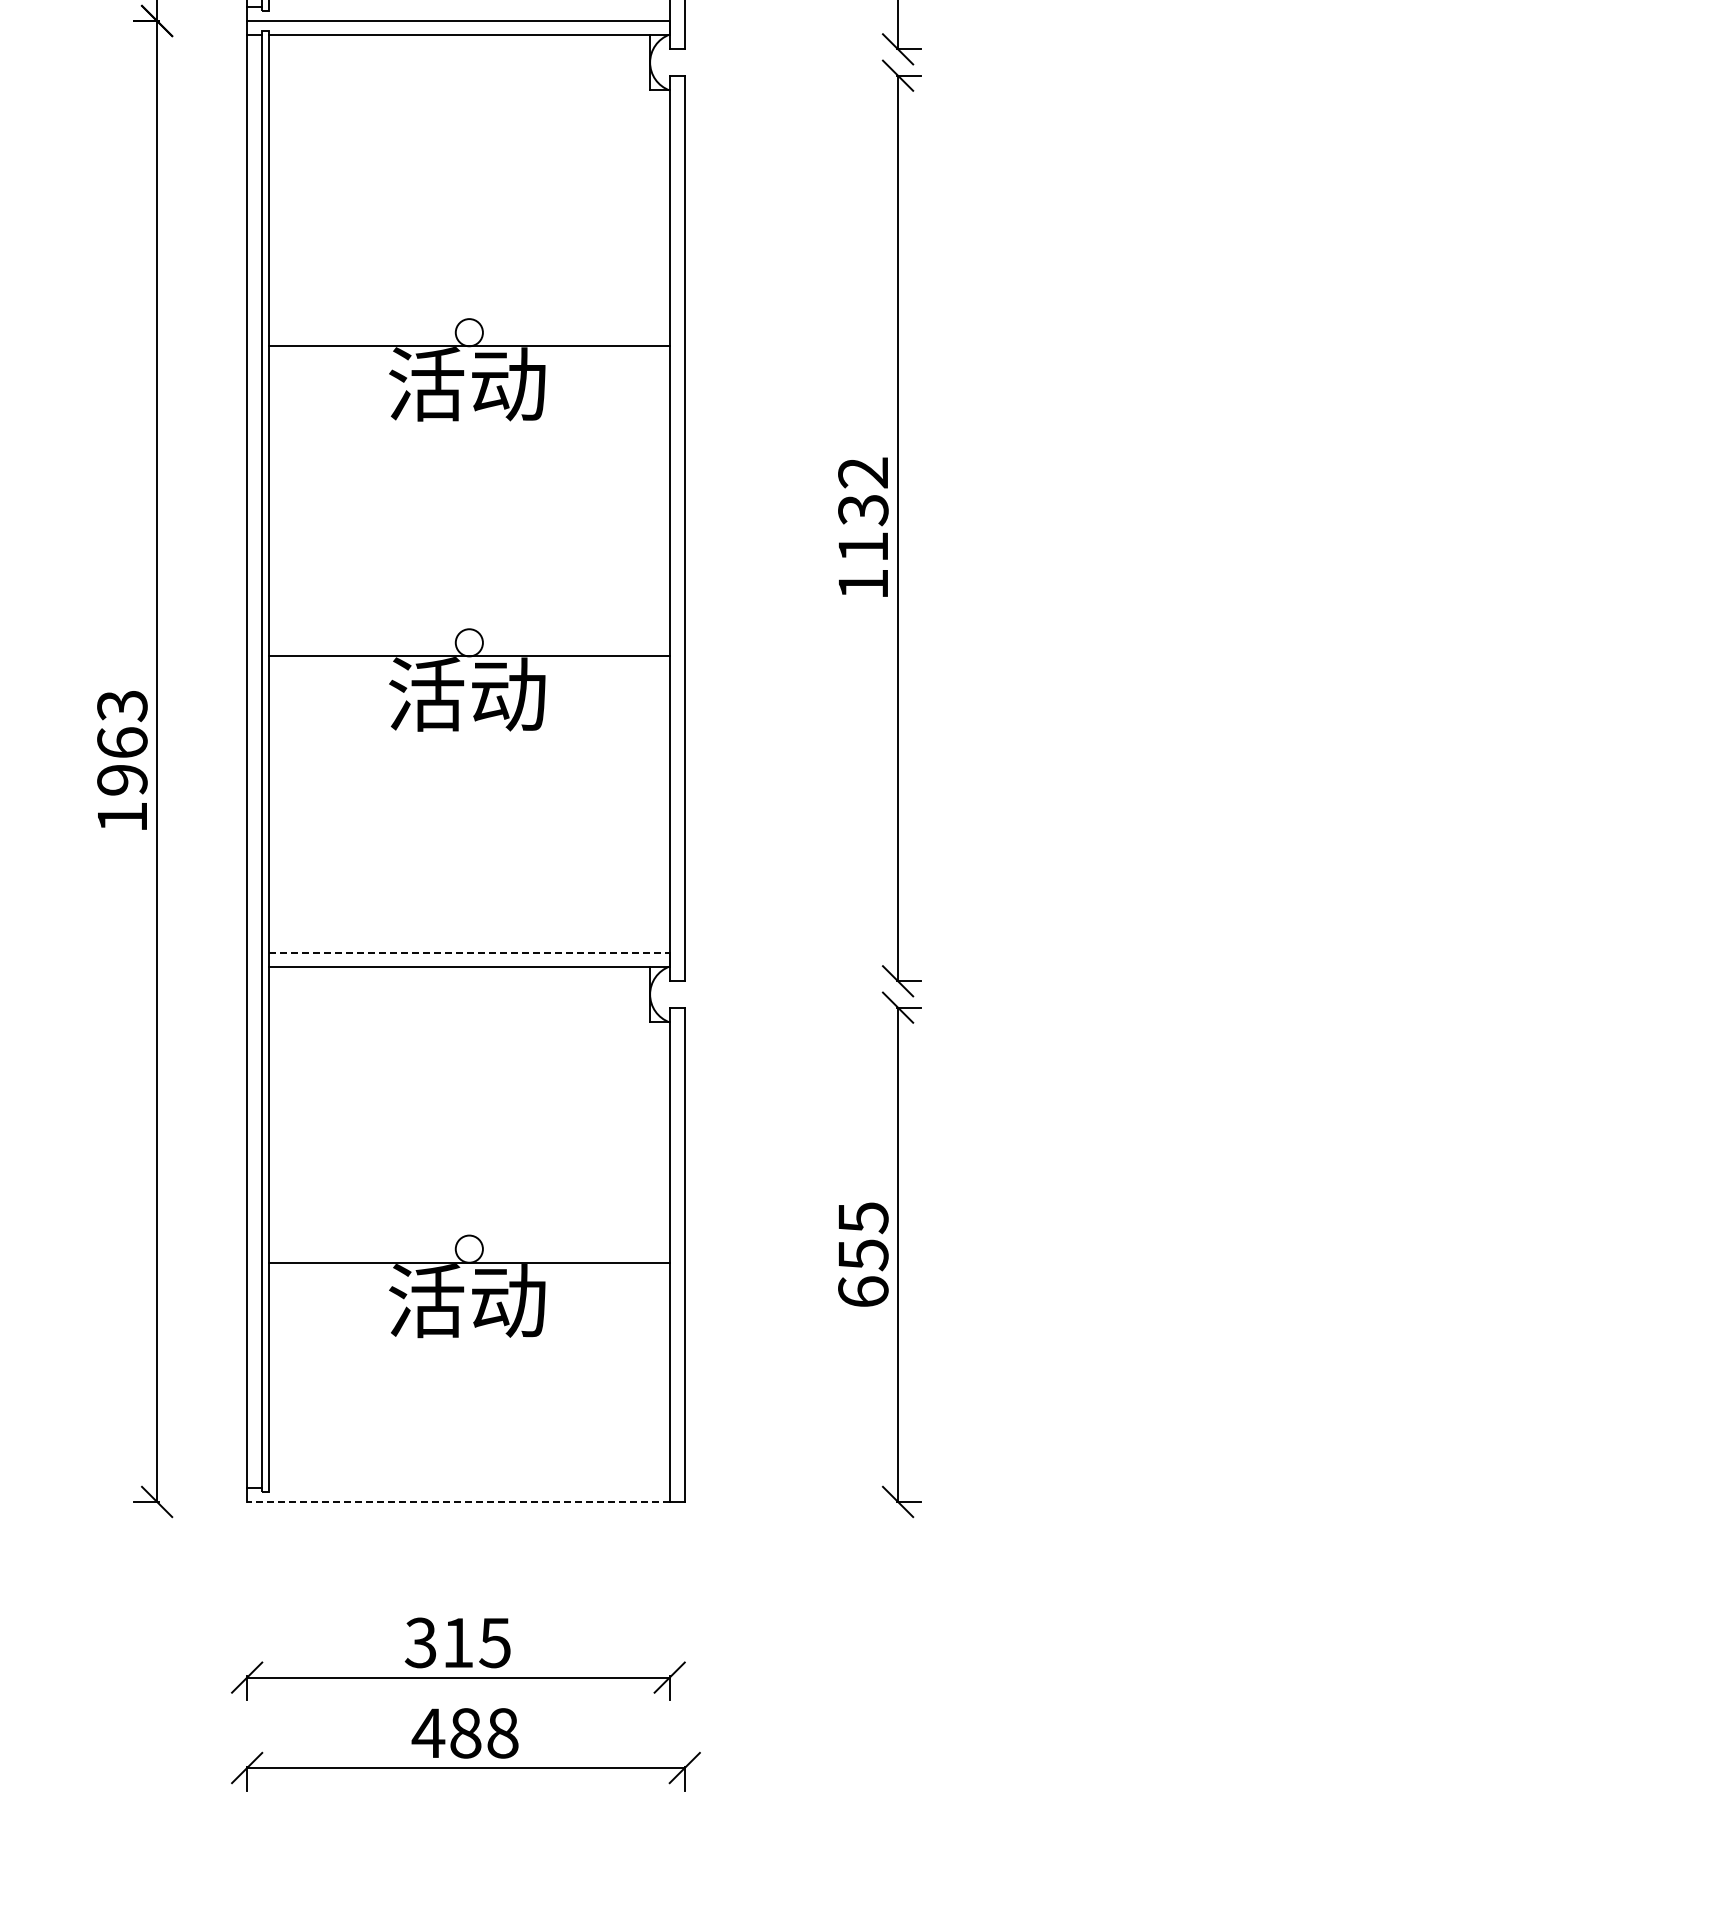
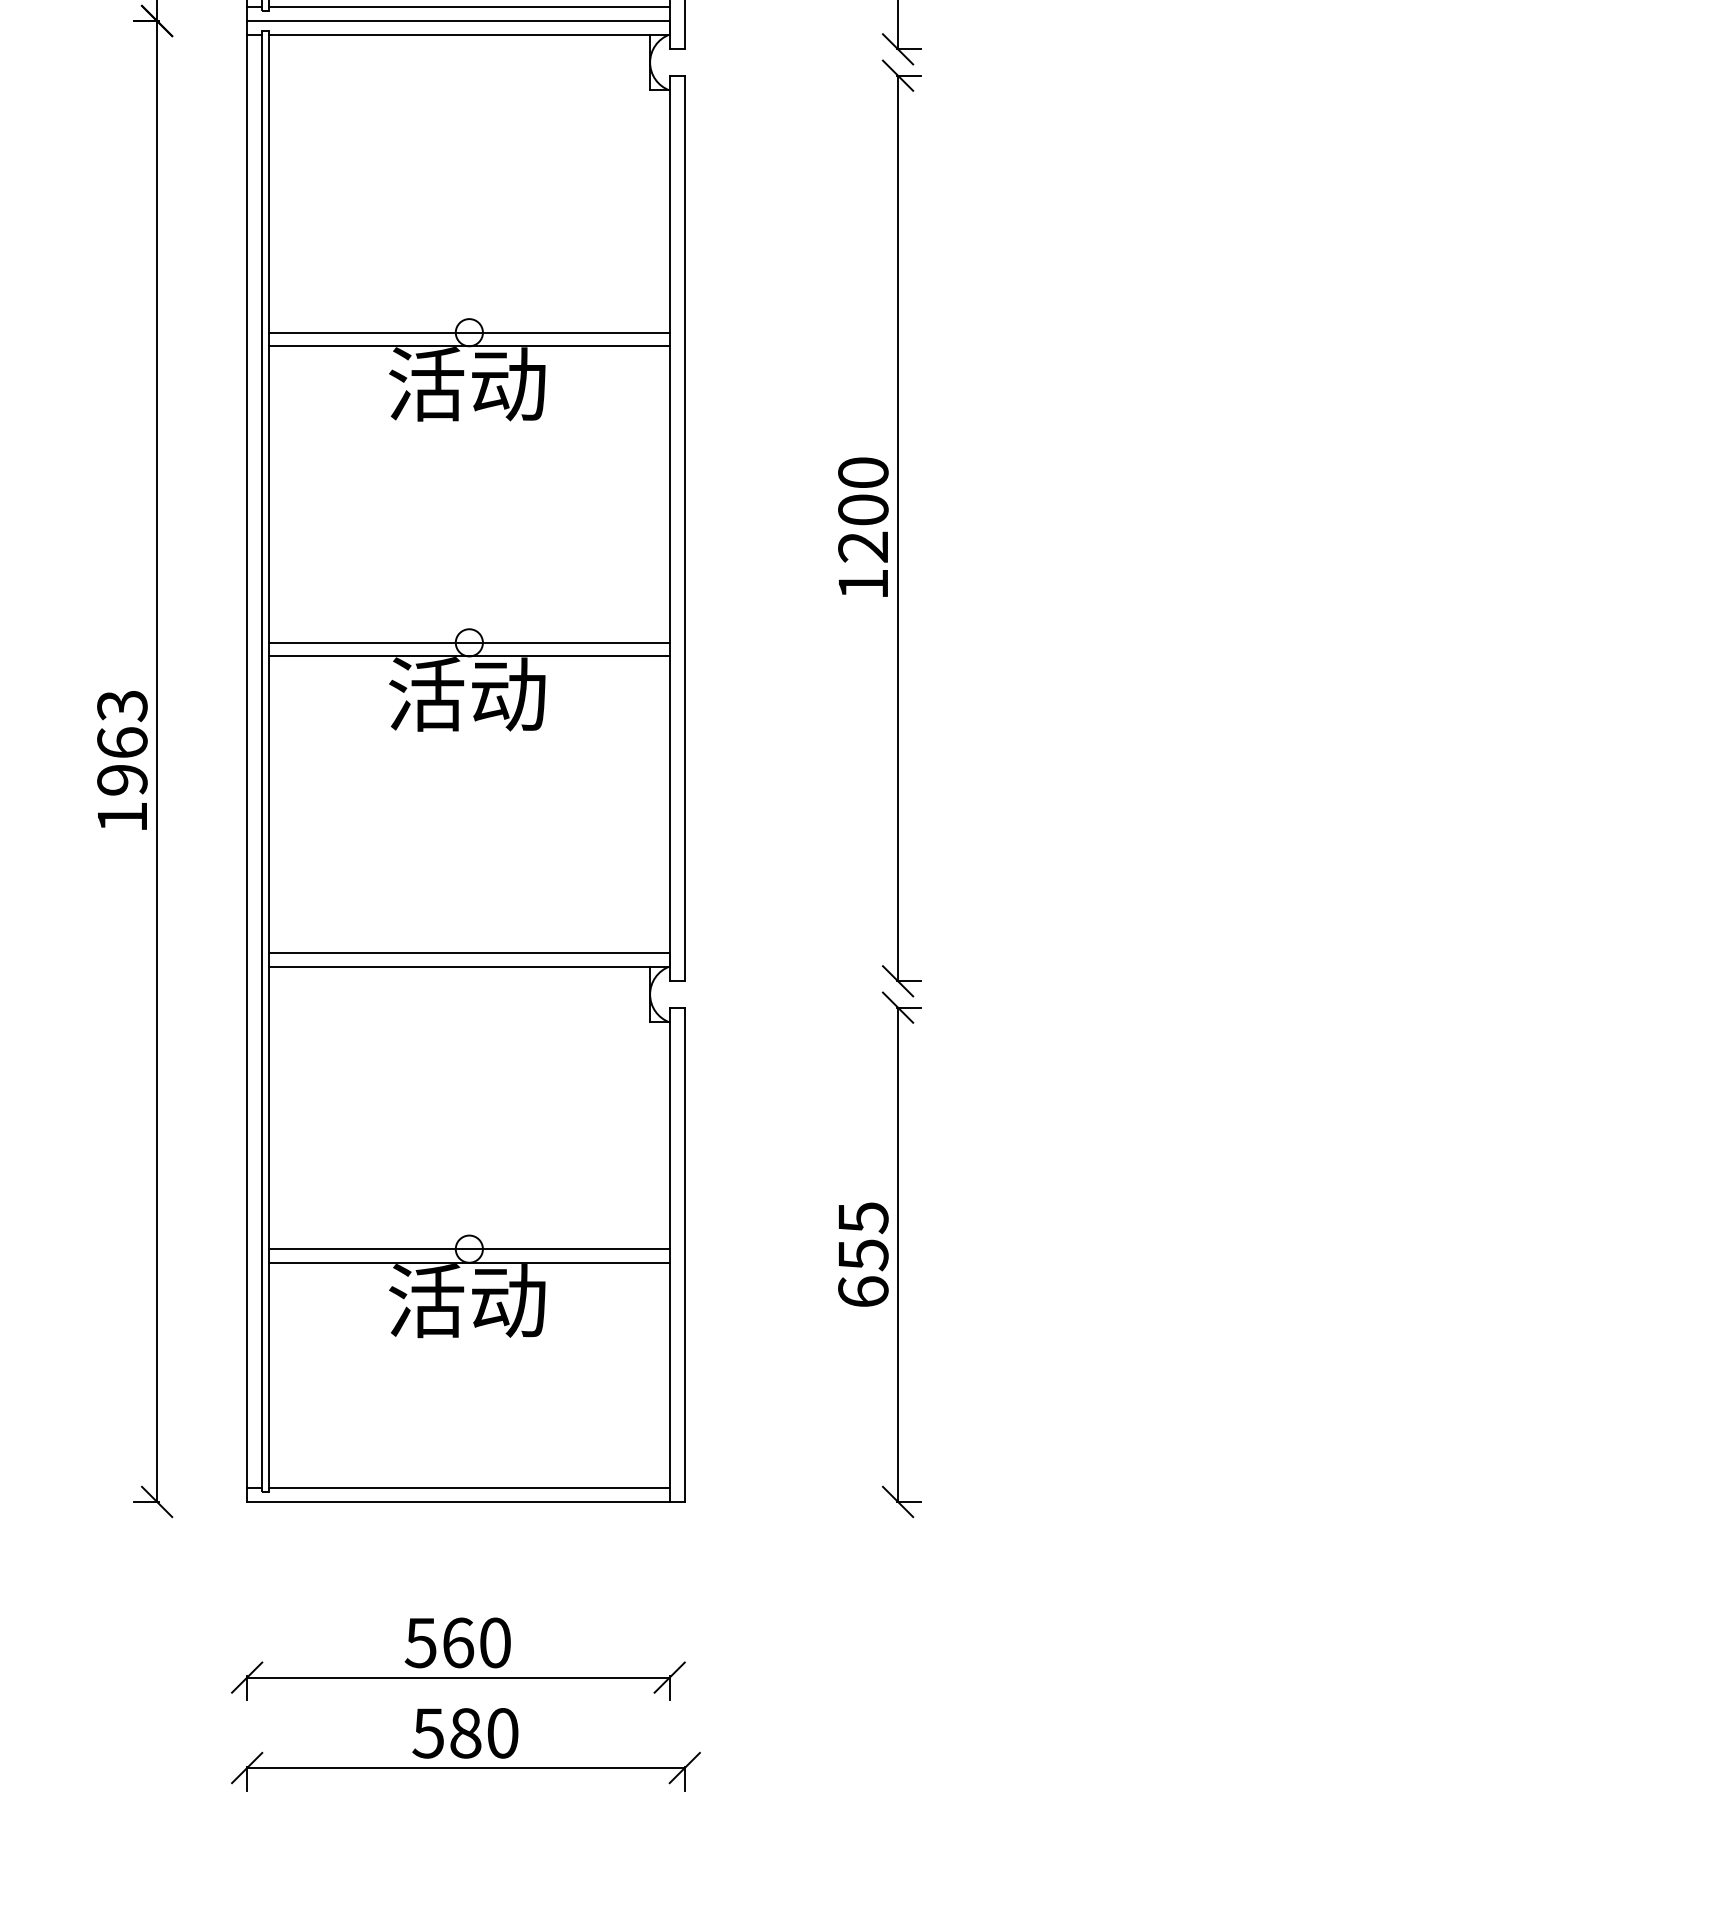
line at (469, 7): none -> present
line at (469, 332): none -> present
text at (863, 509): 1132 -> 1200
line at (469, 642): none -> present
line at (469, 952): dashed -> solid
line at (469, 1249): none -> present
line at (469, 1488): none -> present
line at (457, 1501): dashed -> solid
text at (457, 1642): 315 -> 560
text at (464, 1733): 488 -> 580
